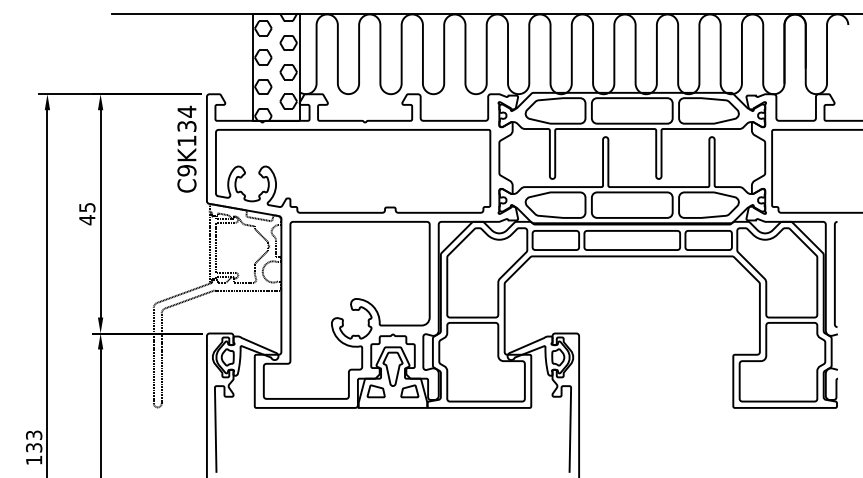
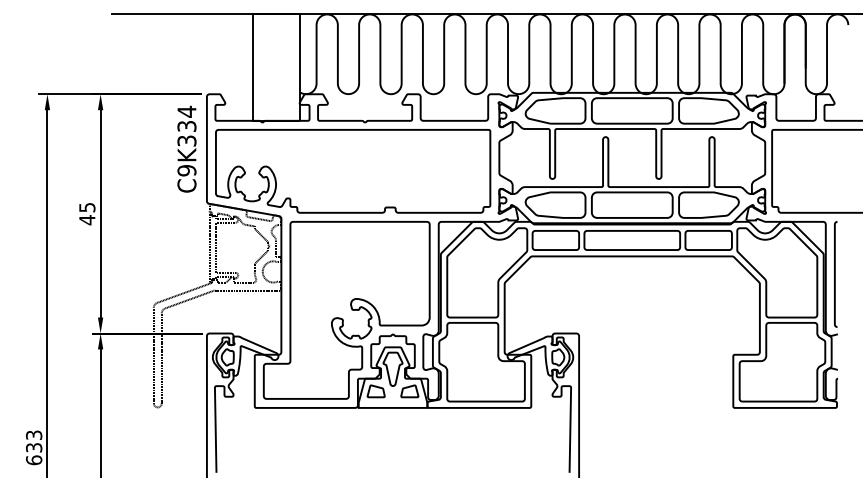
hatch at (275, 67): present -> none
text at (186, 140): C9K134 -> C9K334
text at (34, 460): 133 -> 633
